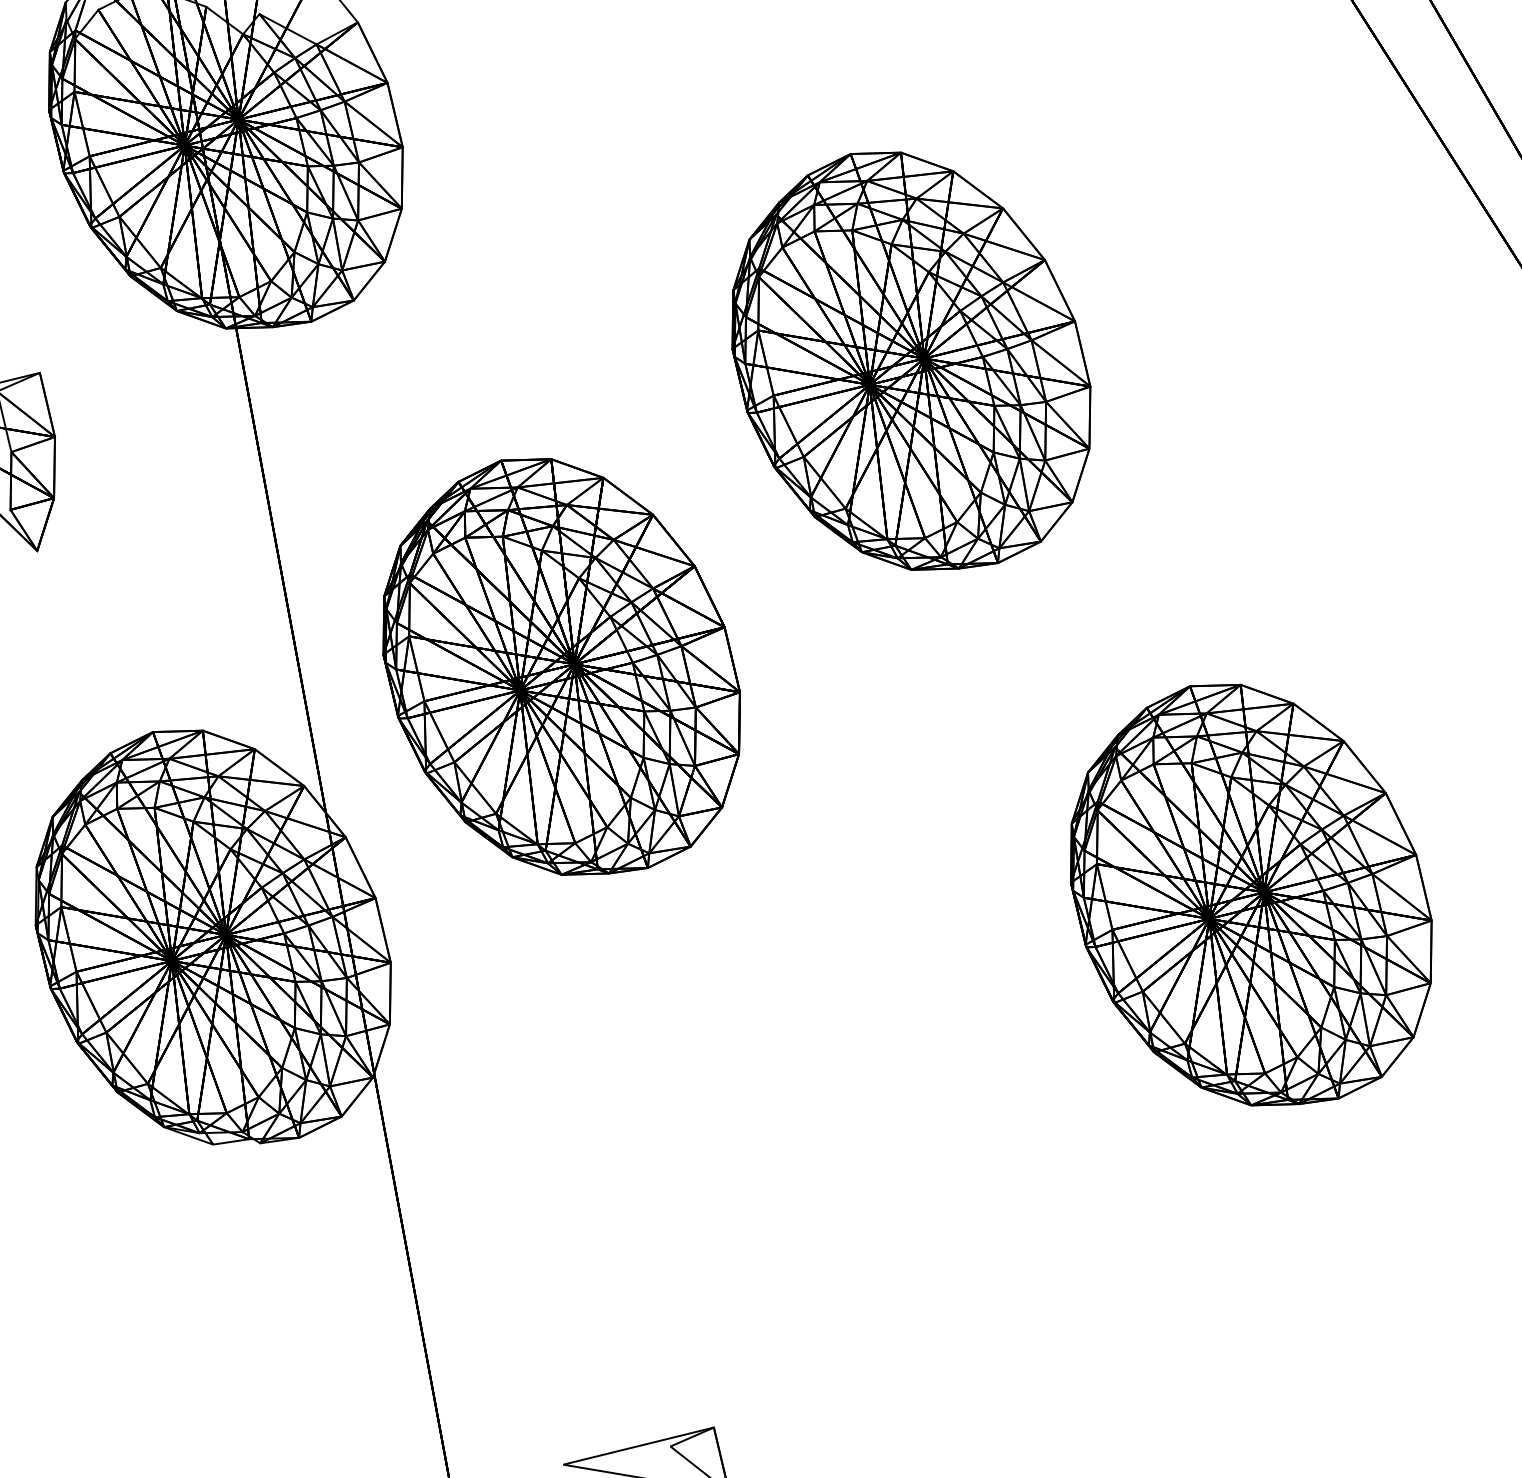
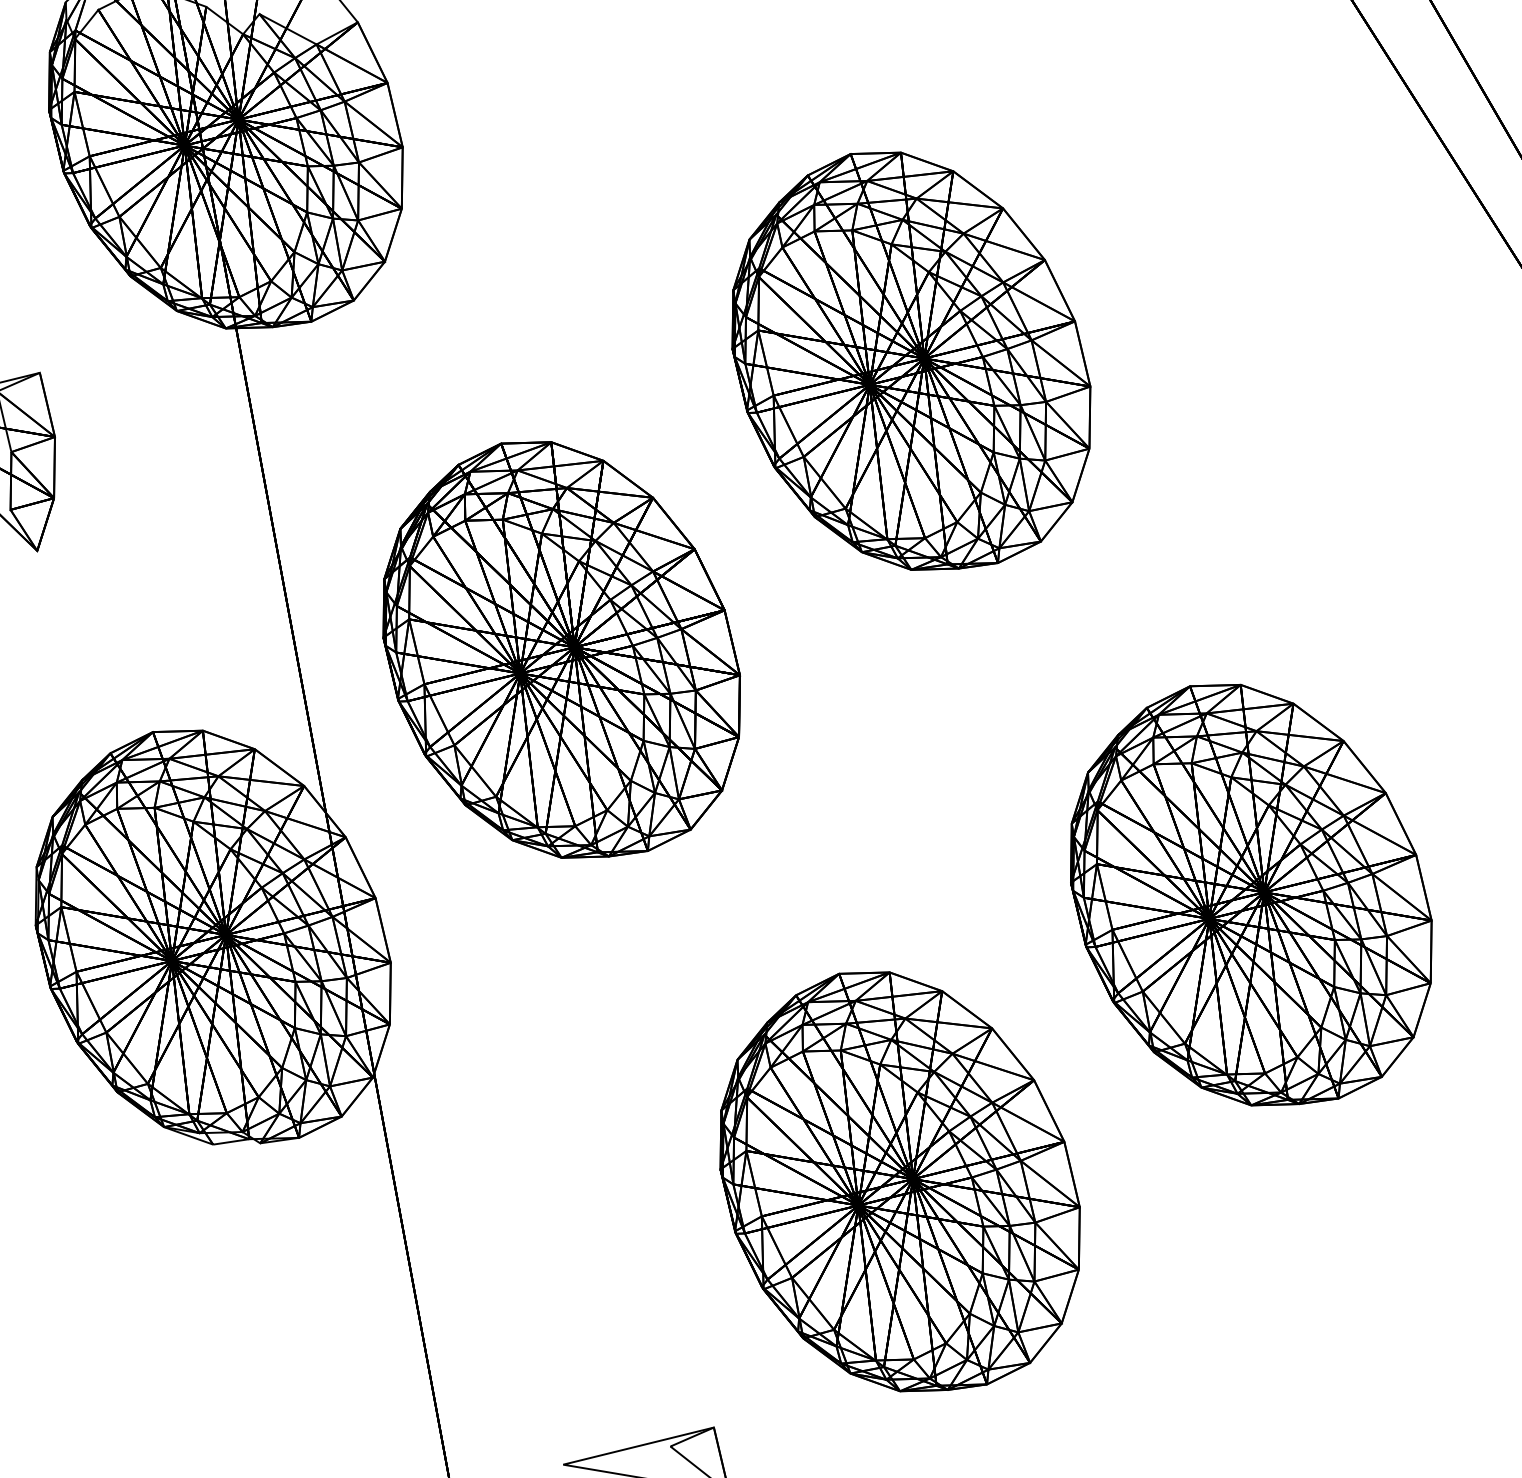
part at (561, 666) position: (561, 666) -> (561, 649)
part at (899, 1181): none -> present
